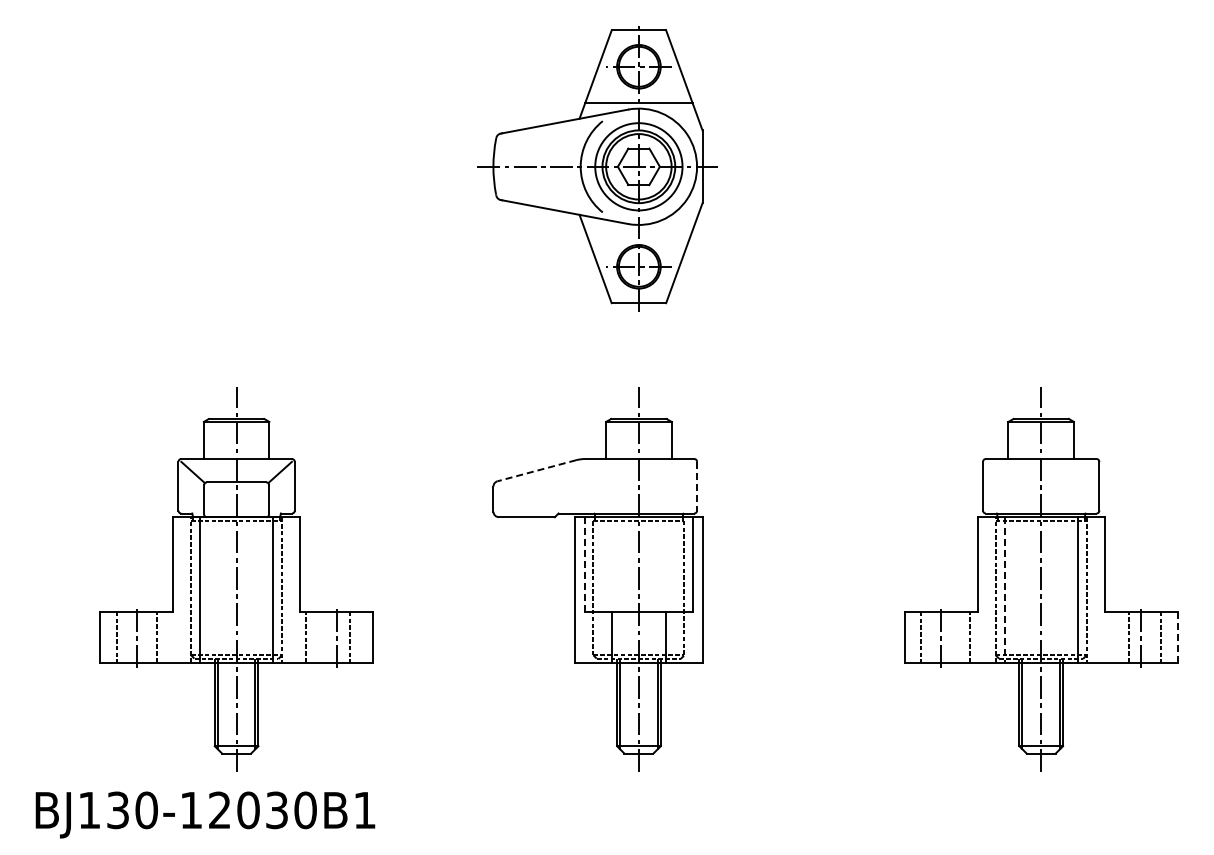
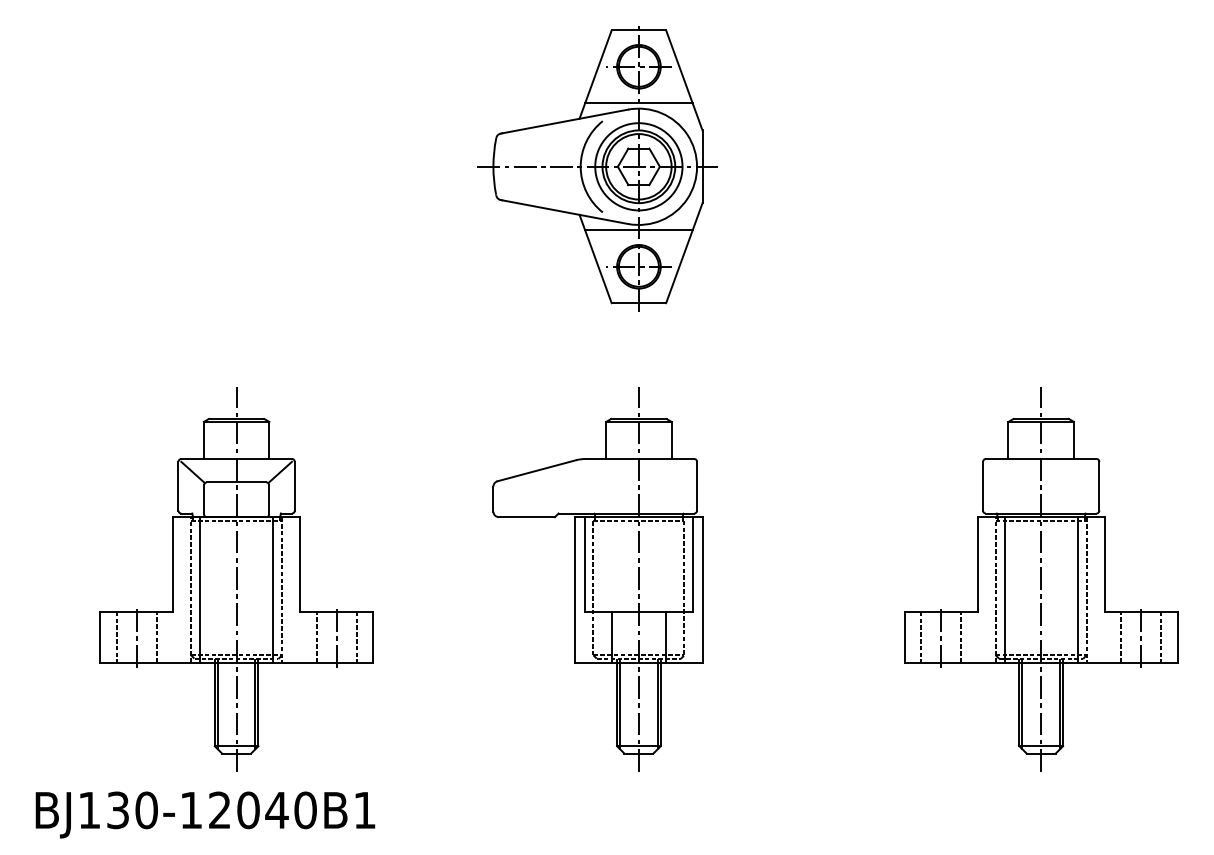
line at (638, 230): none -> present
line at (536, 470): dashed -> solid
line at (697, 486): dashed -> solid
line at (585, 564): dashed -> solid
line at (1004, 589): dashed -> solid
line at (305, 636) position: (305, 636) -> (316, 636)
line at (349, 636) position: (349, 636) -> (356, 636)
line at (970, 636) position: (970, 636) -> (961, 636)
line at (1129, 636) position: (1129, 636) -> (1121, 636)
line at (1177, 636): dashed -> solid
text at (276, 810): BJ130-12030B1 -> BJ130-12040B1
